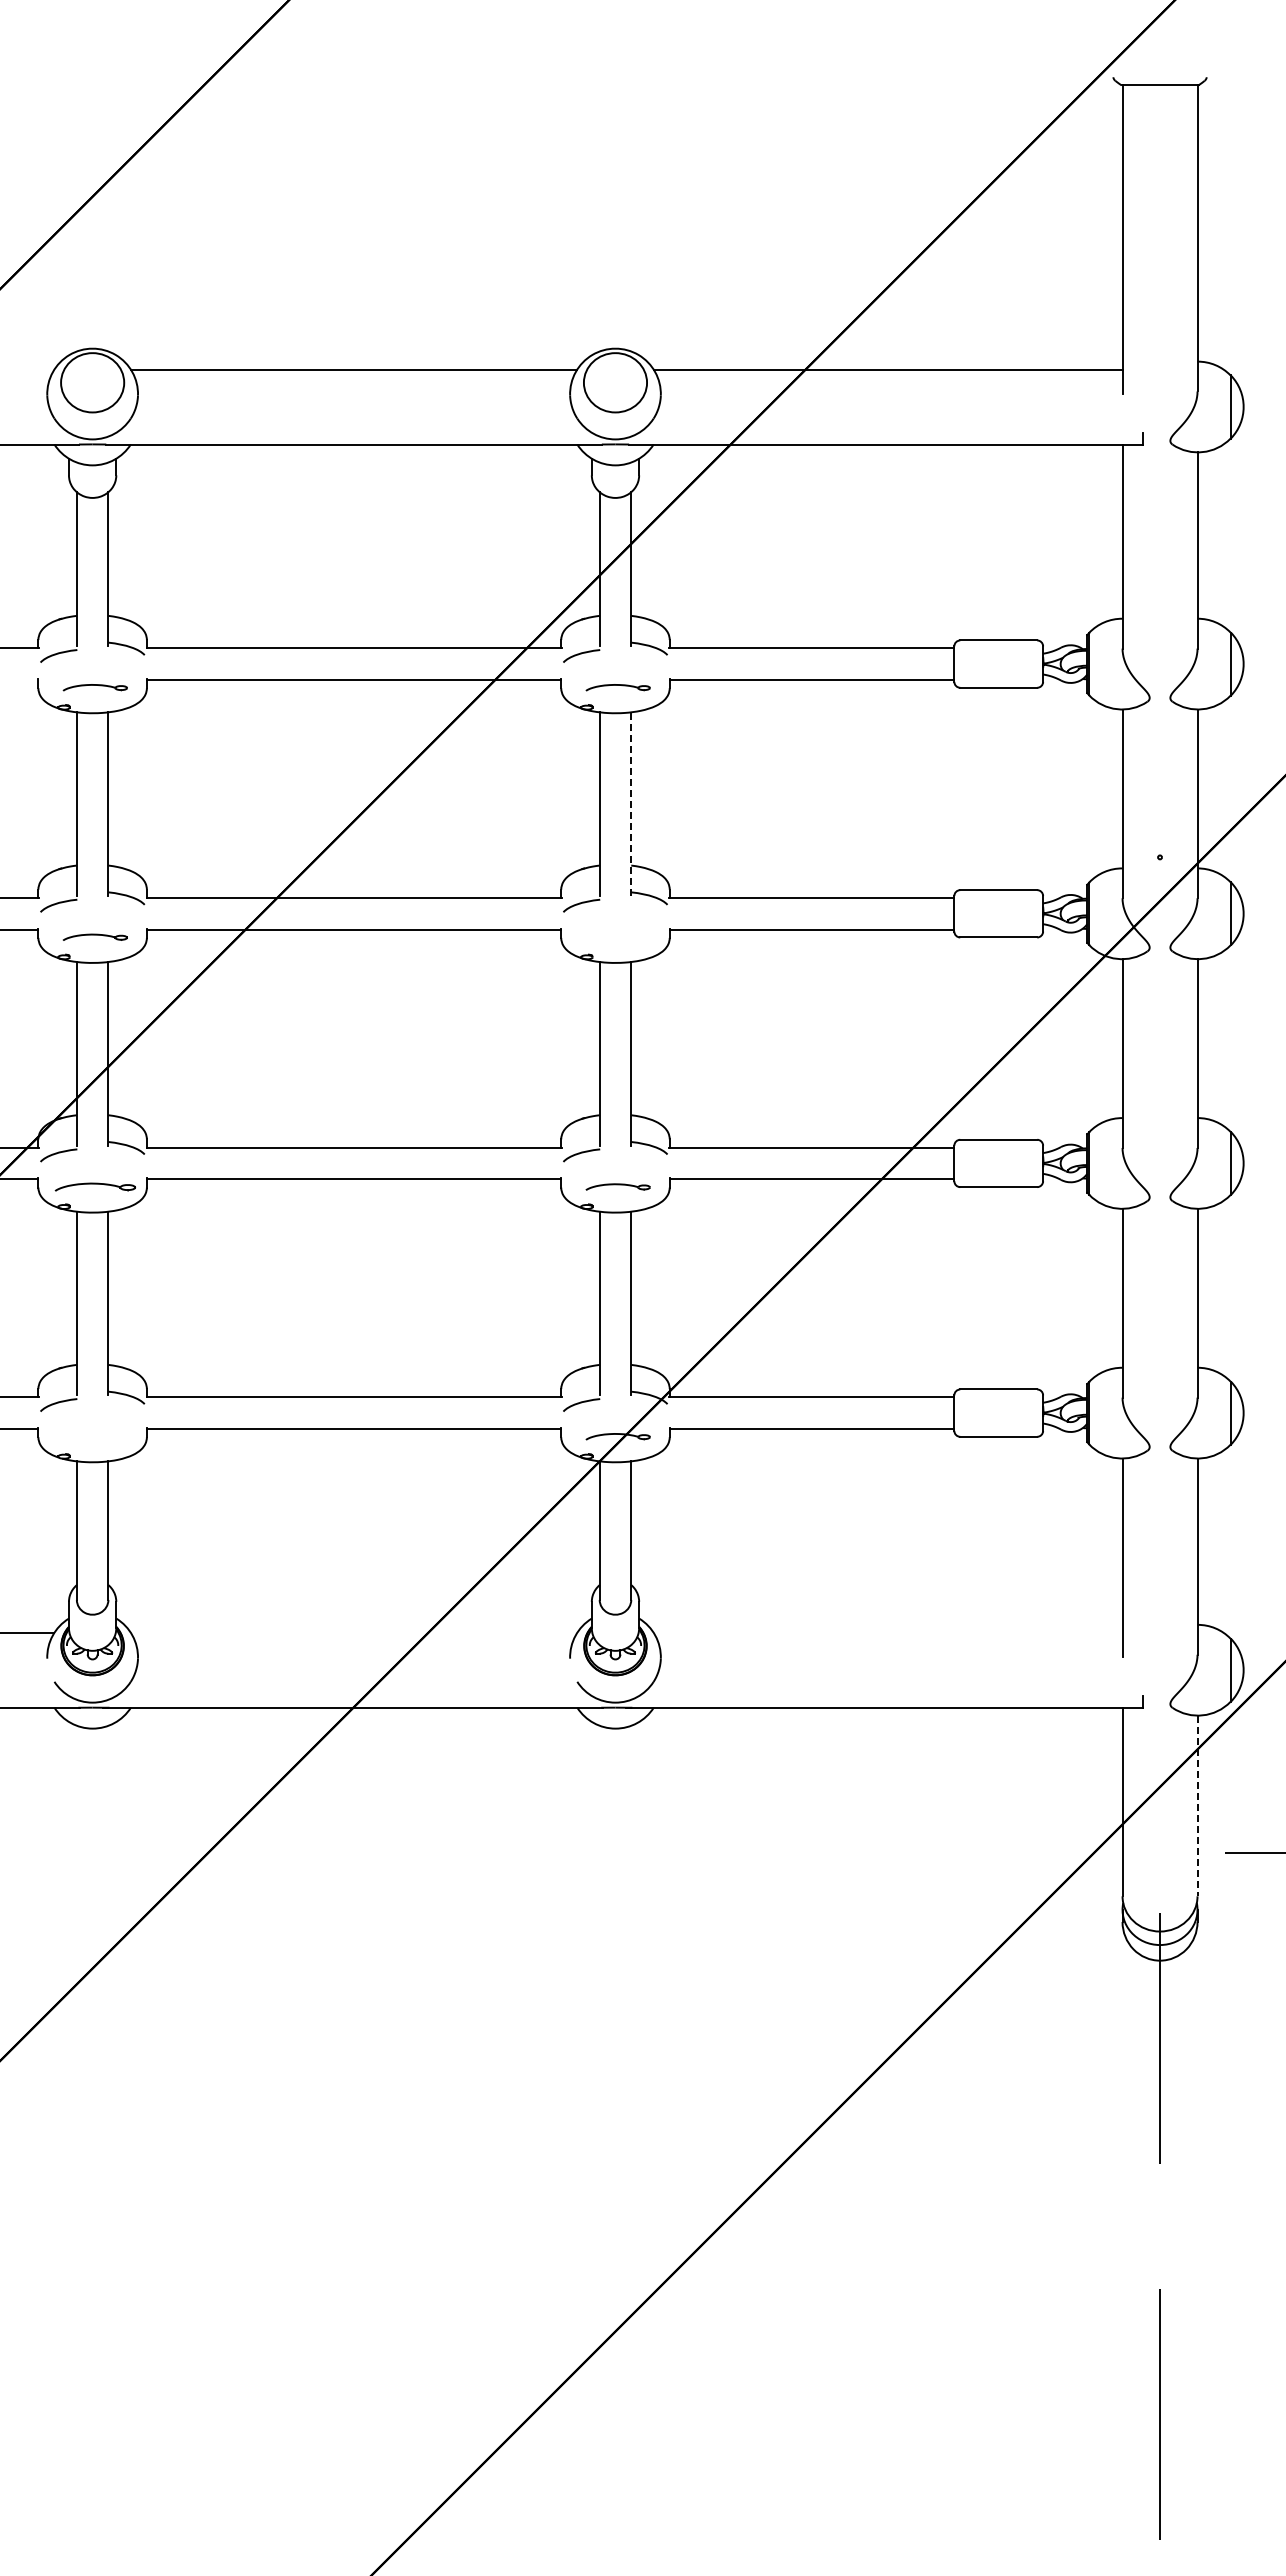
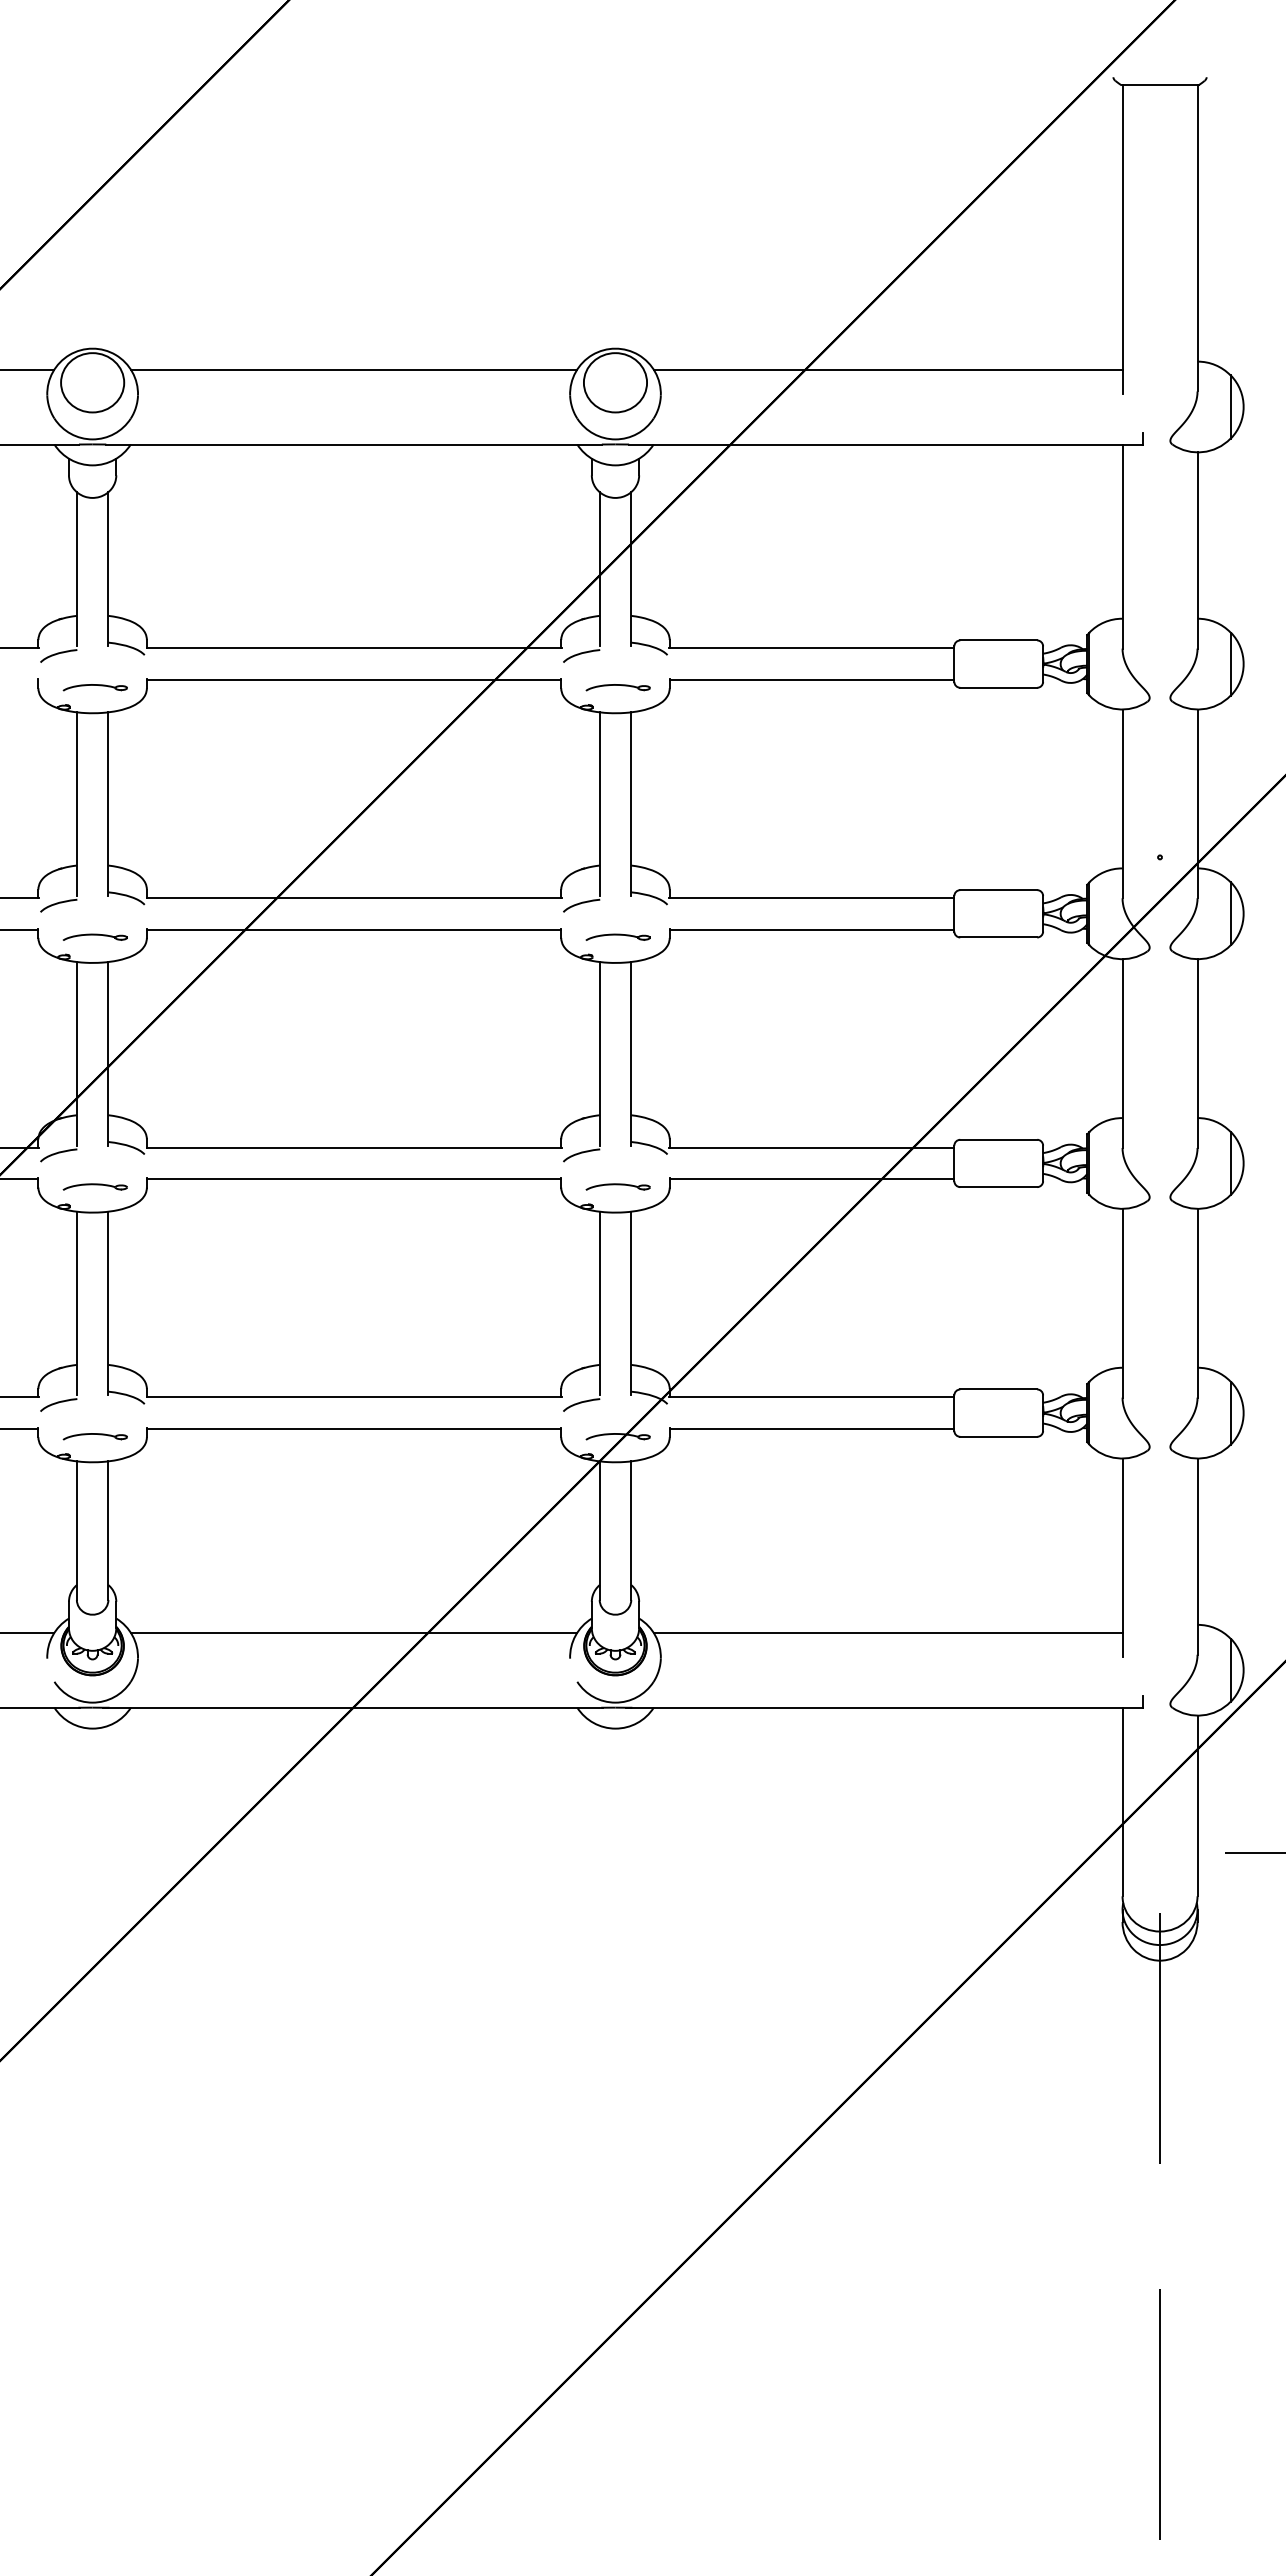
line at (28, 369): none -> present
line at (631, 804): dashed -> solid
part at (617, 936): none -> present
part at (94, 1186) size: 82x10 px -> 66x8 px
part at (94, 1436): none -> present
line at (353, 1632): none -> present
line at (887, 1632): none -> present
line at (1197, 1806): dashed -> solid
